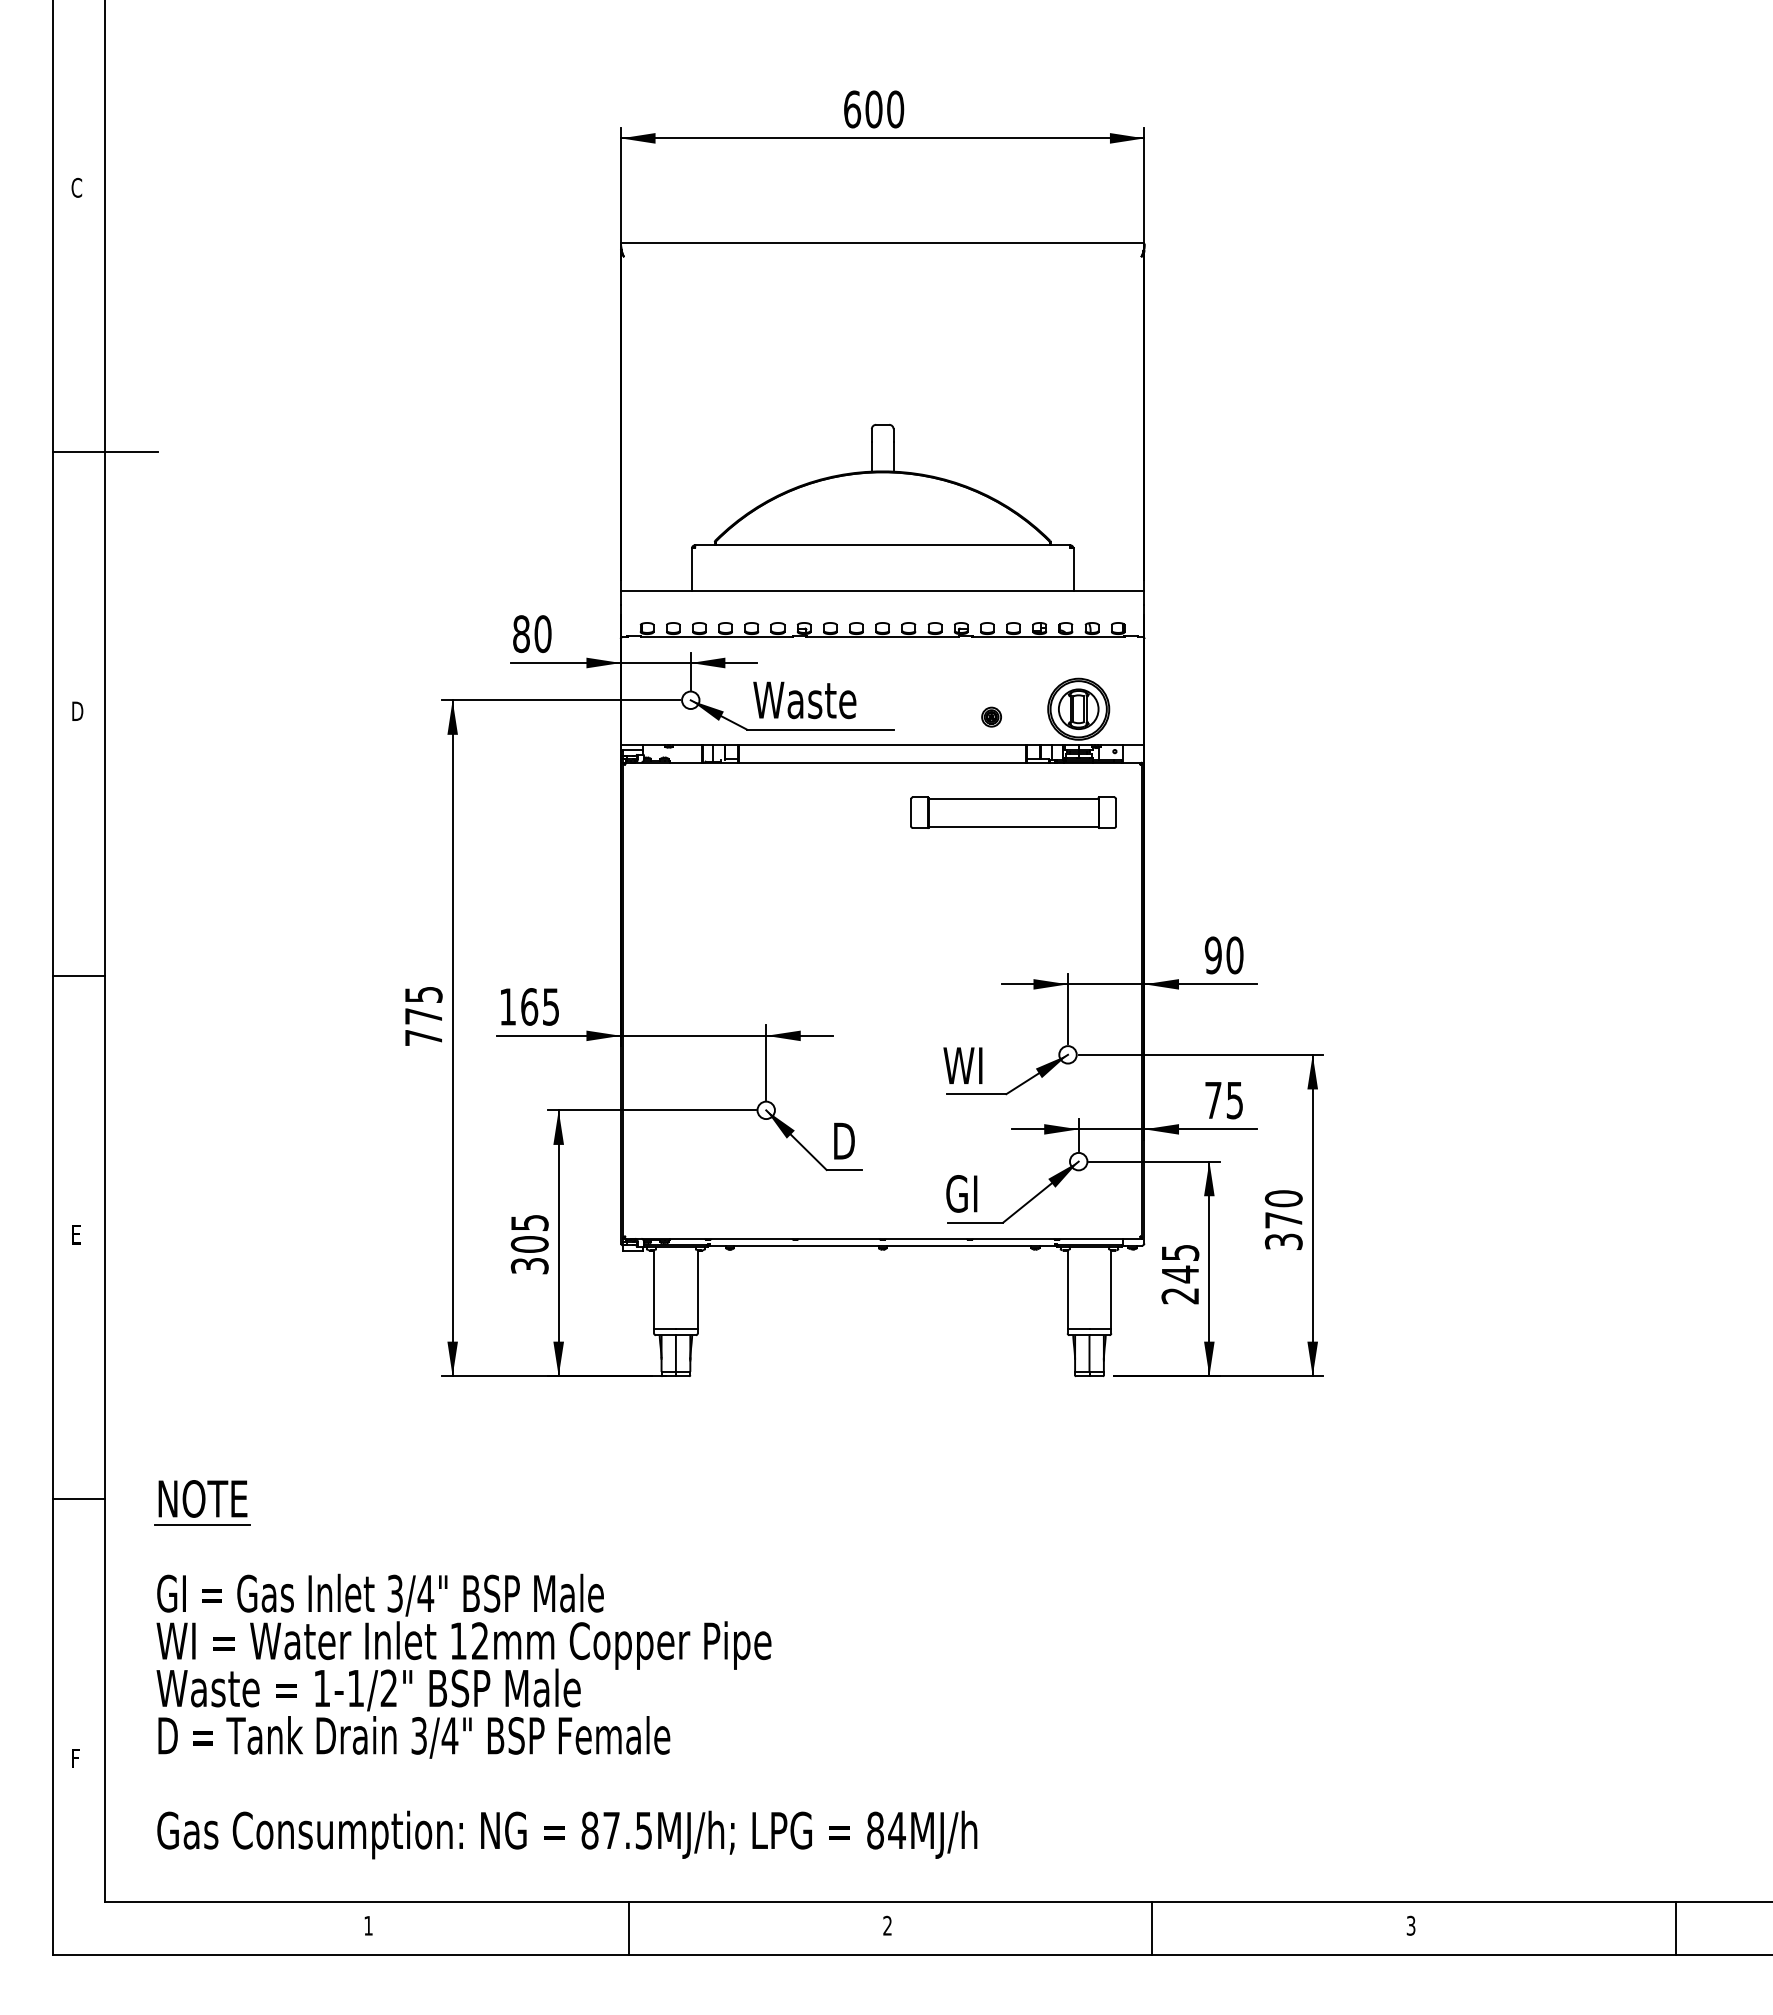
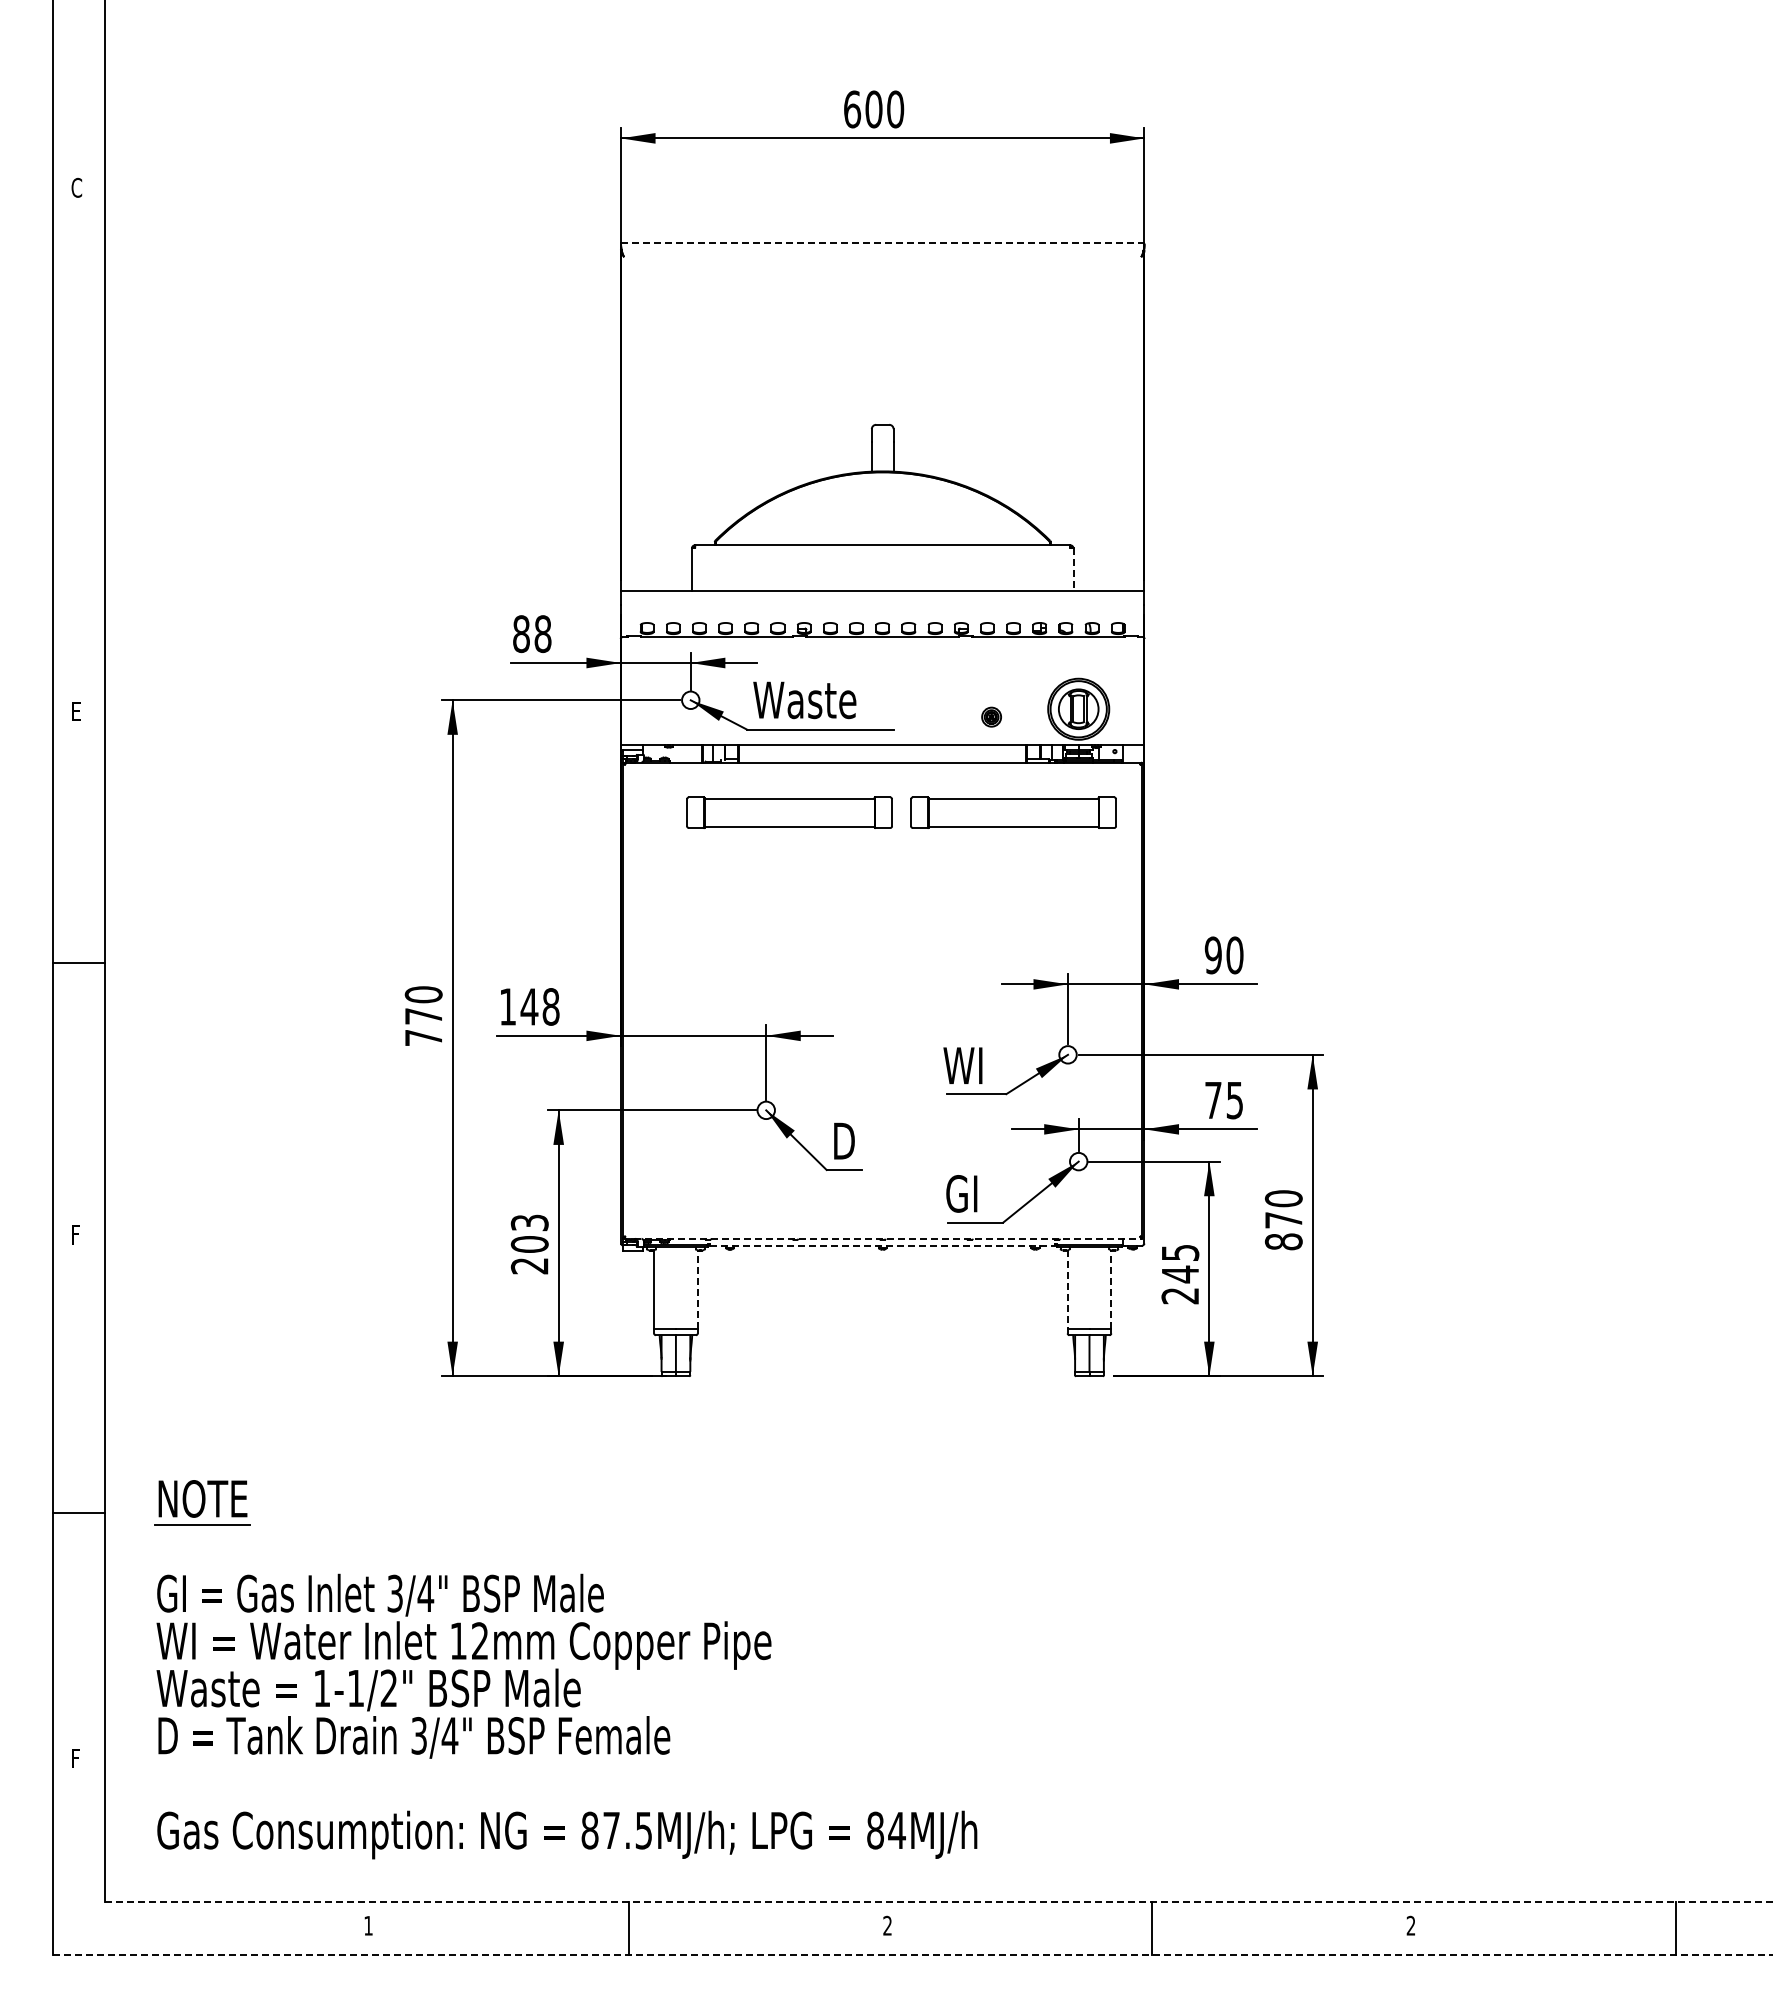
line at (882, 243): solid -> dashed
line at (105, 452): present -> none
line at (1073, 570): solid -> dashed
text at (542, 633): 80 -> 88
text at (77, 710): D -> E
part at (789, 812): none -> present
line at (79, 975) position: (79, 975) -> (79, 962)
text at (423, 994): 775 -> 770
text at (539, 1006): 165 -> 148
text at (77, 1234): E -> F
line at (882, 1238): solid -> dashed
text at (1283, 1241): 370 -> 870
text at (529, 1244): 305 -> 203
line at (882, 1246): solid -> dashed
line at (697, 1289): solid -> dashed
line at (1111, 1289): solid -> dashed
line at (1067, 1290): solid -> dashed
line at (79, 1499) position: (79, 1499) -> (79, 1513)
line at (939, 1902): solid -> dashed
text at (1410, 1925): 3 -> 2
line at (913, 1954): solid -> dashed
